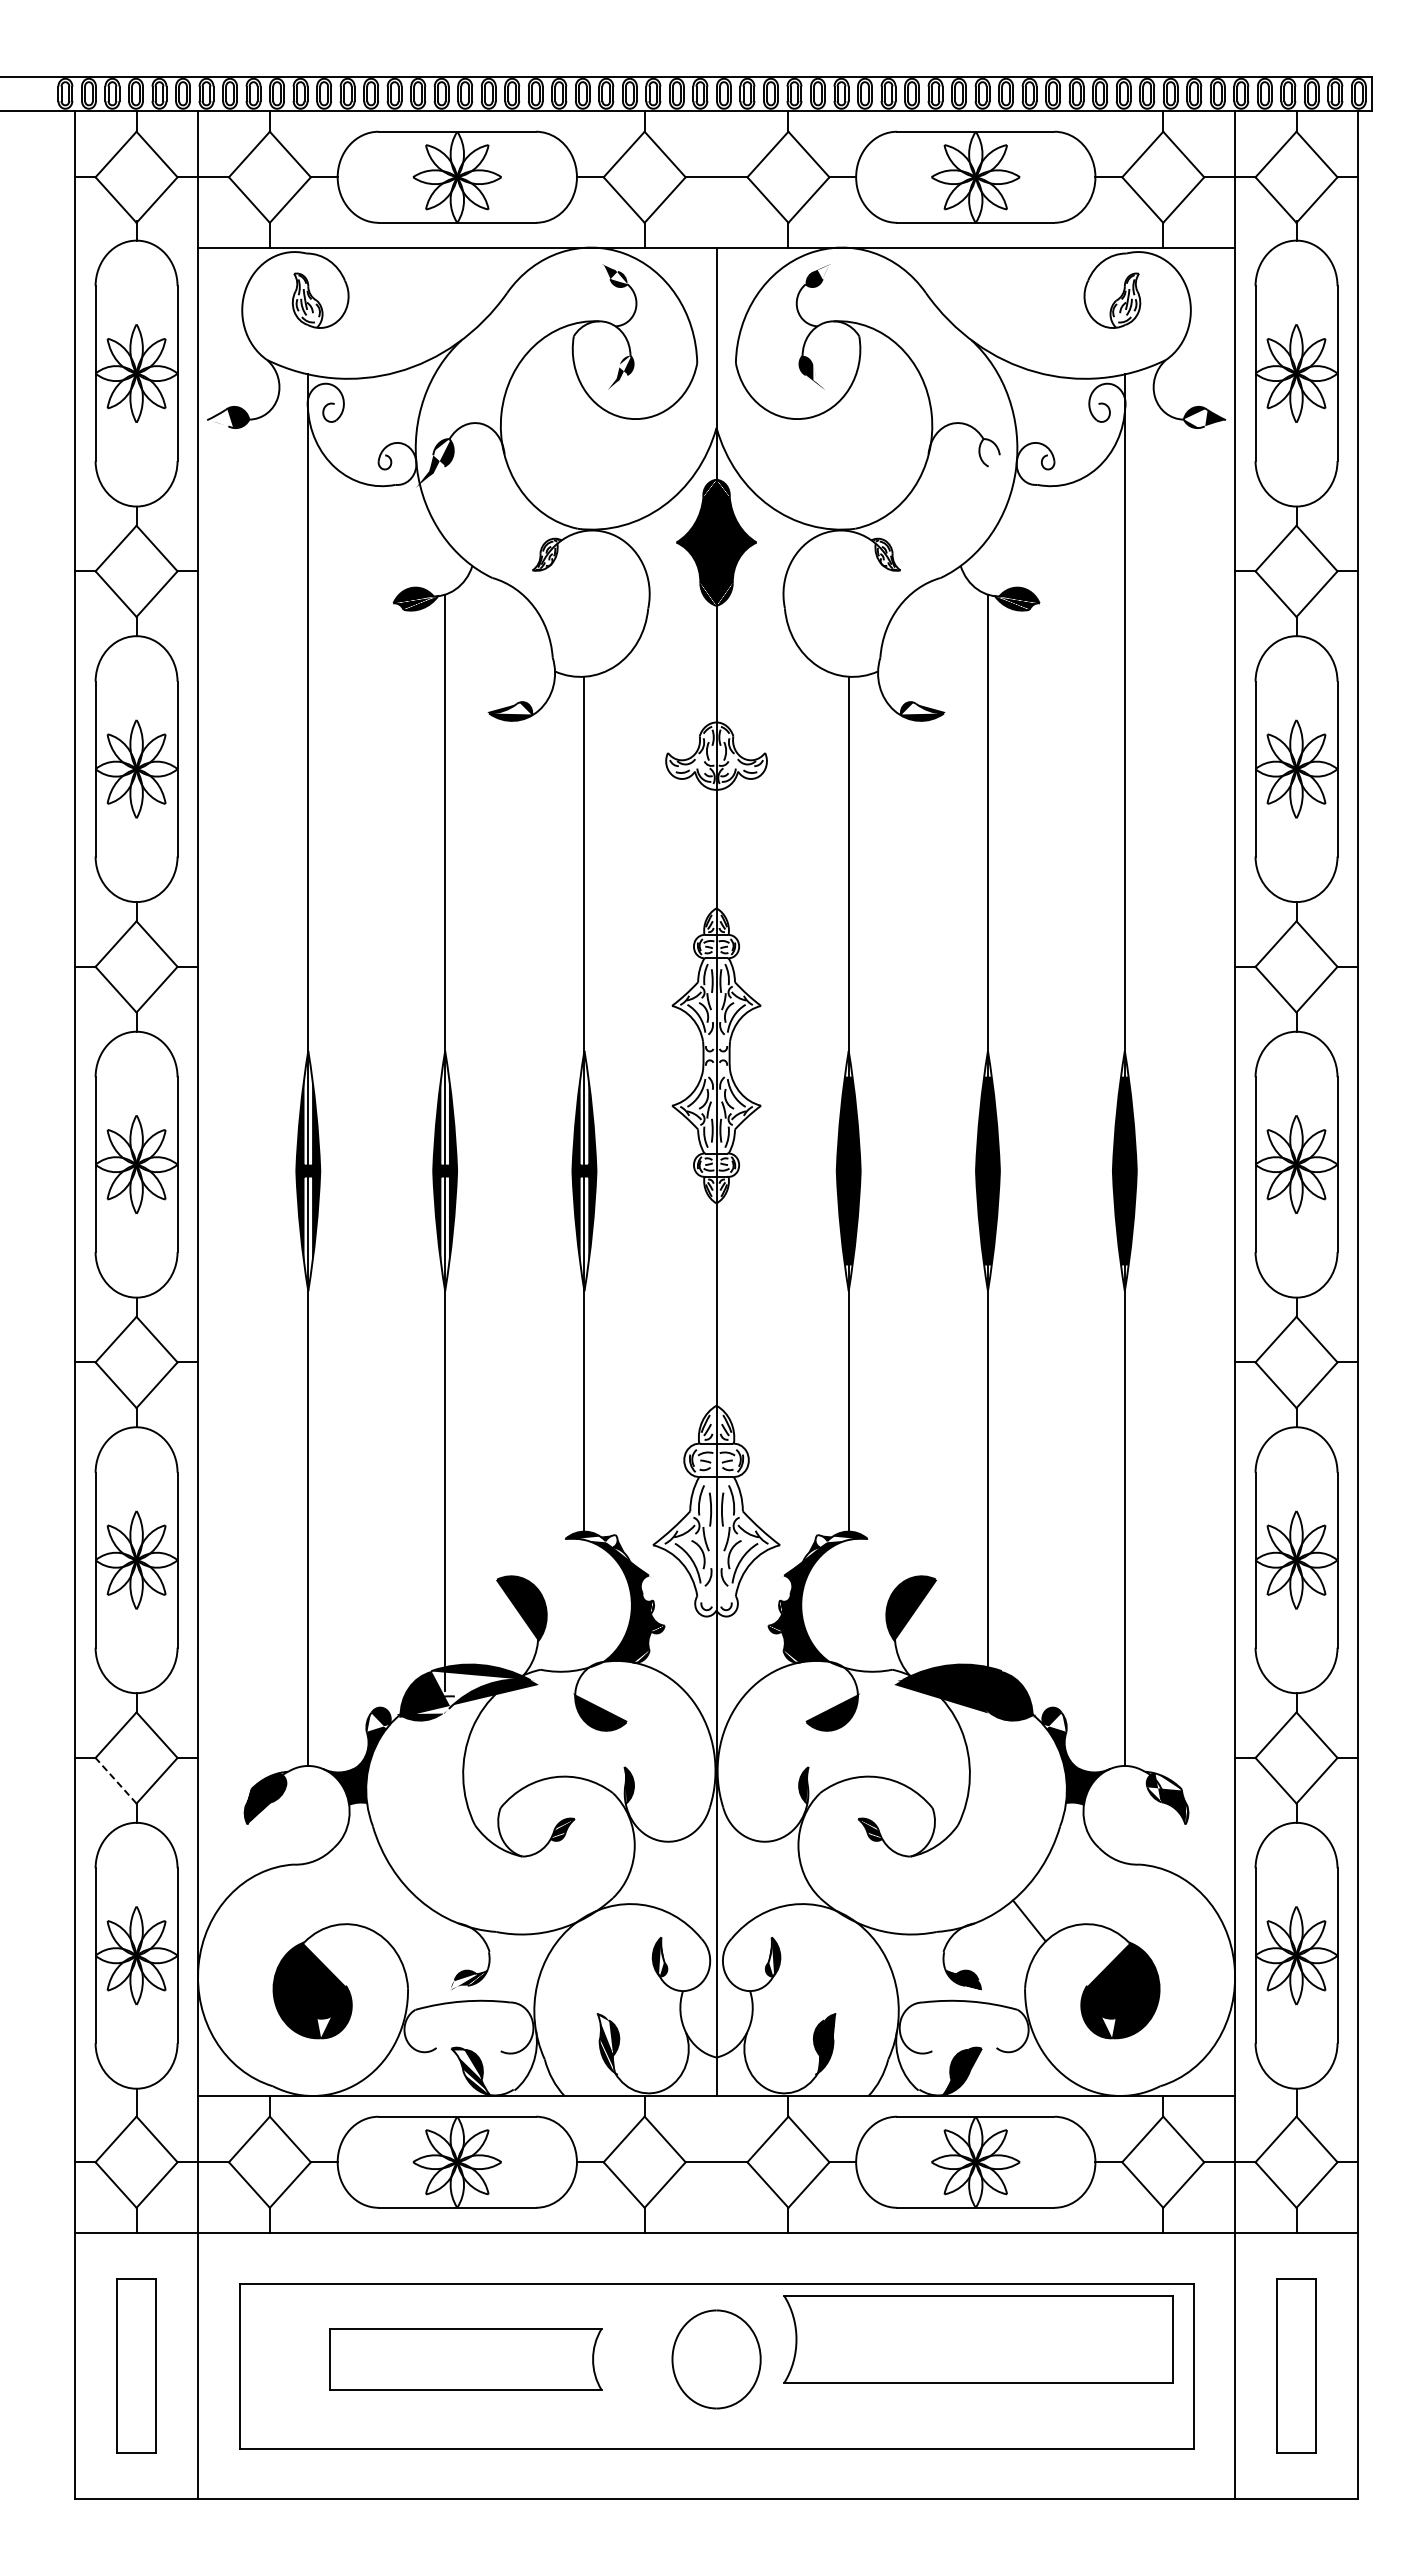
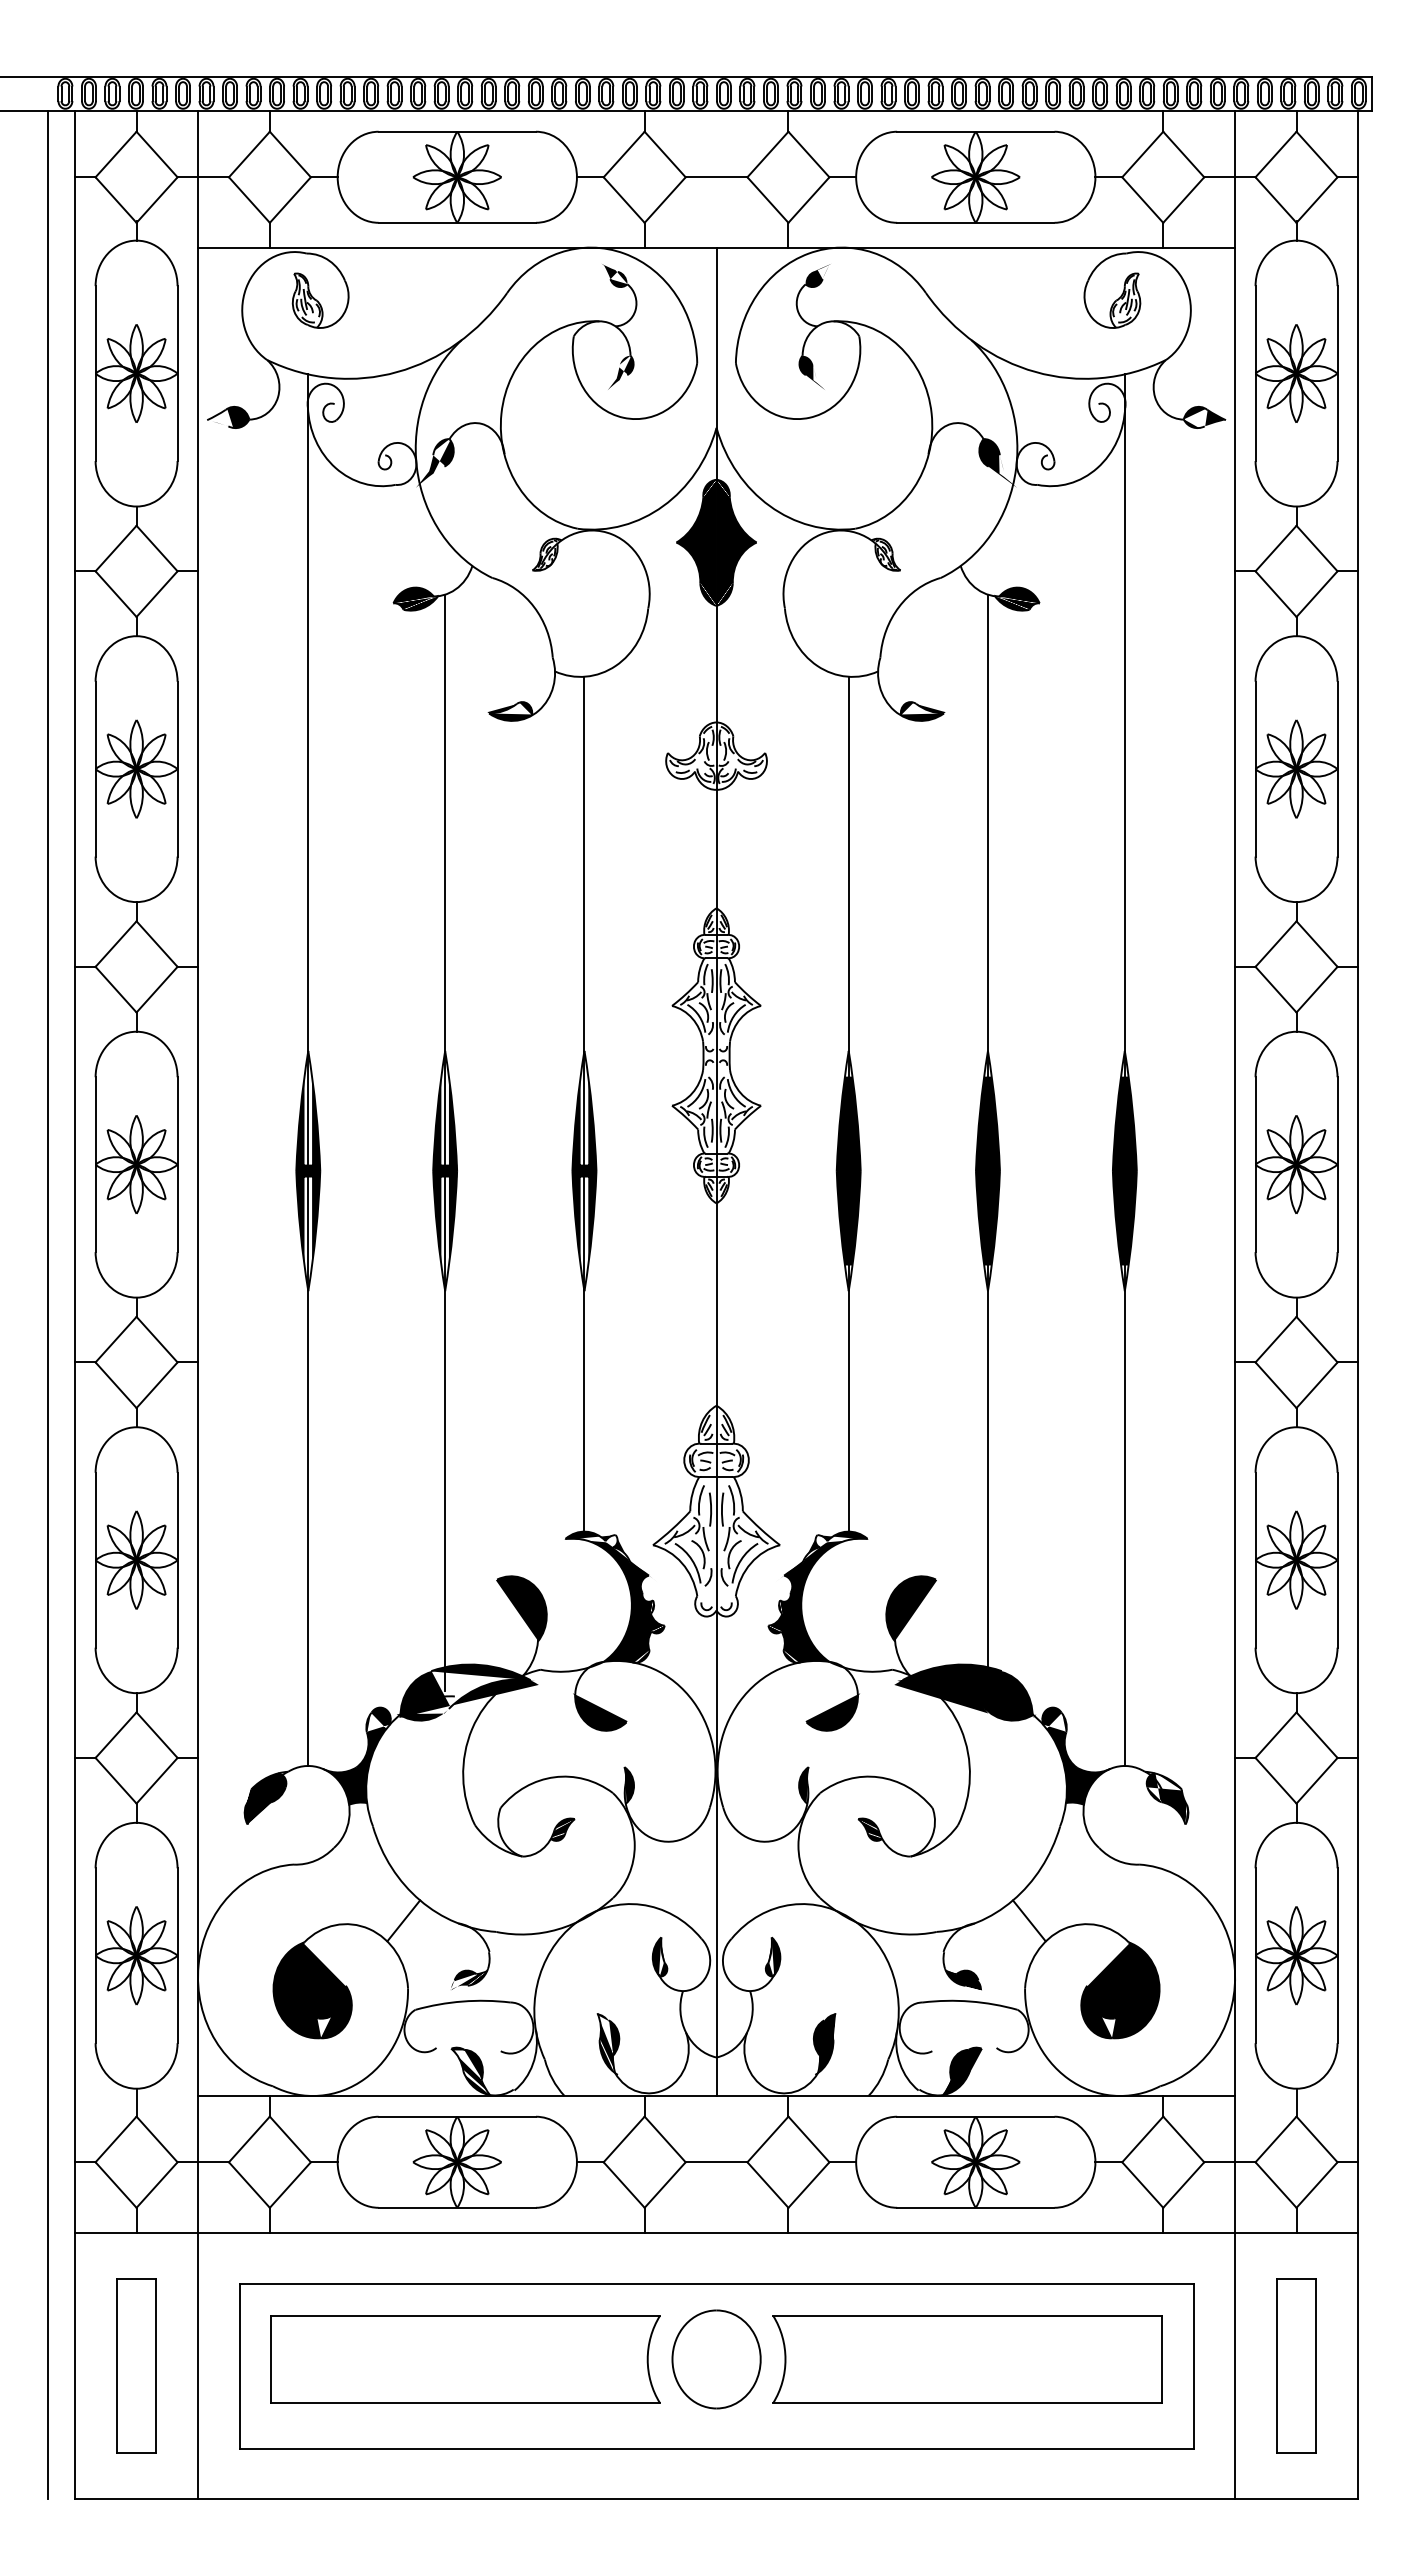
fill at (998, 463): none -> present
line at (47, 1304): none -> present
line at (116, 1780): dashed -> solid
line at (403, 1920): none -> present
part at (978, 2339) position: (978, 2339) -> (967, 2359)
part at (465, 2359) size: 274x63 px -> 391x89 px
